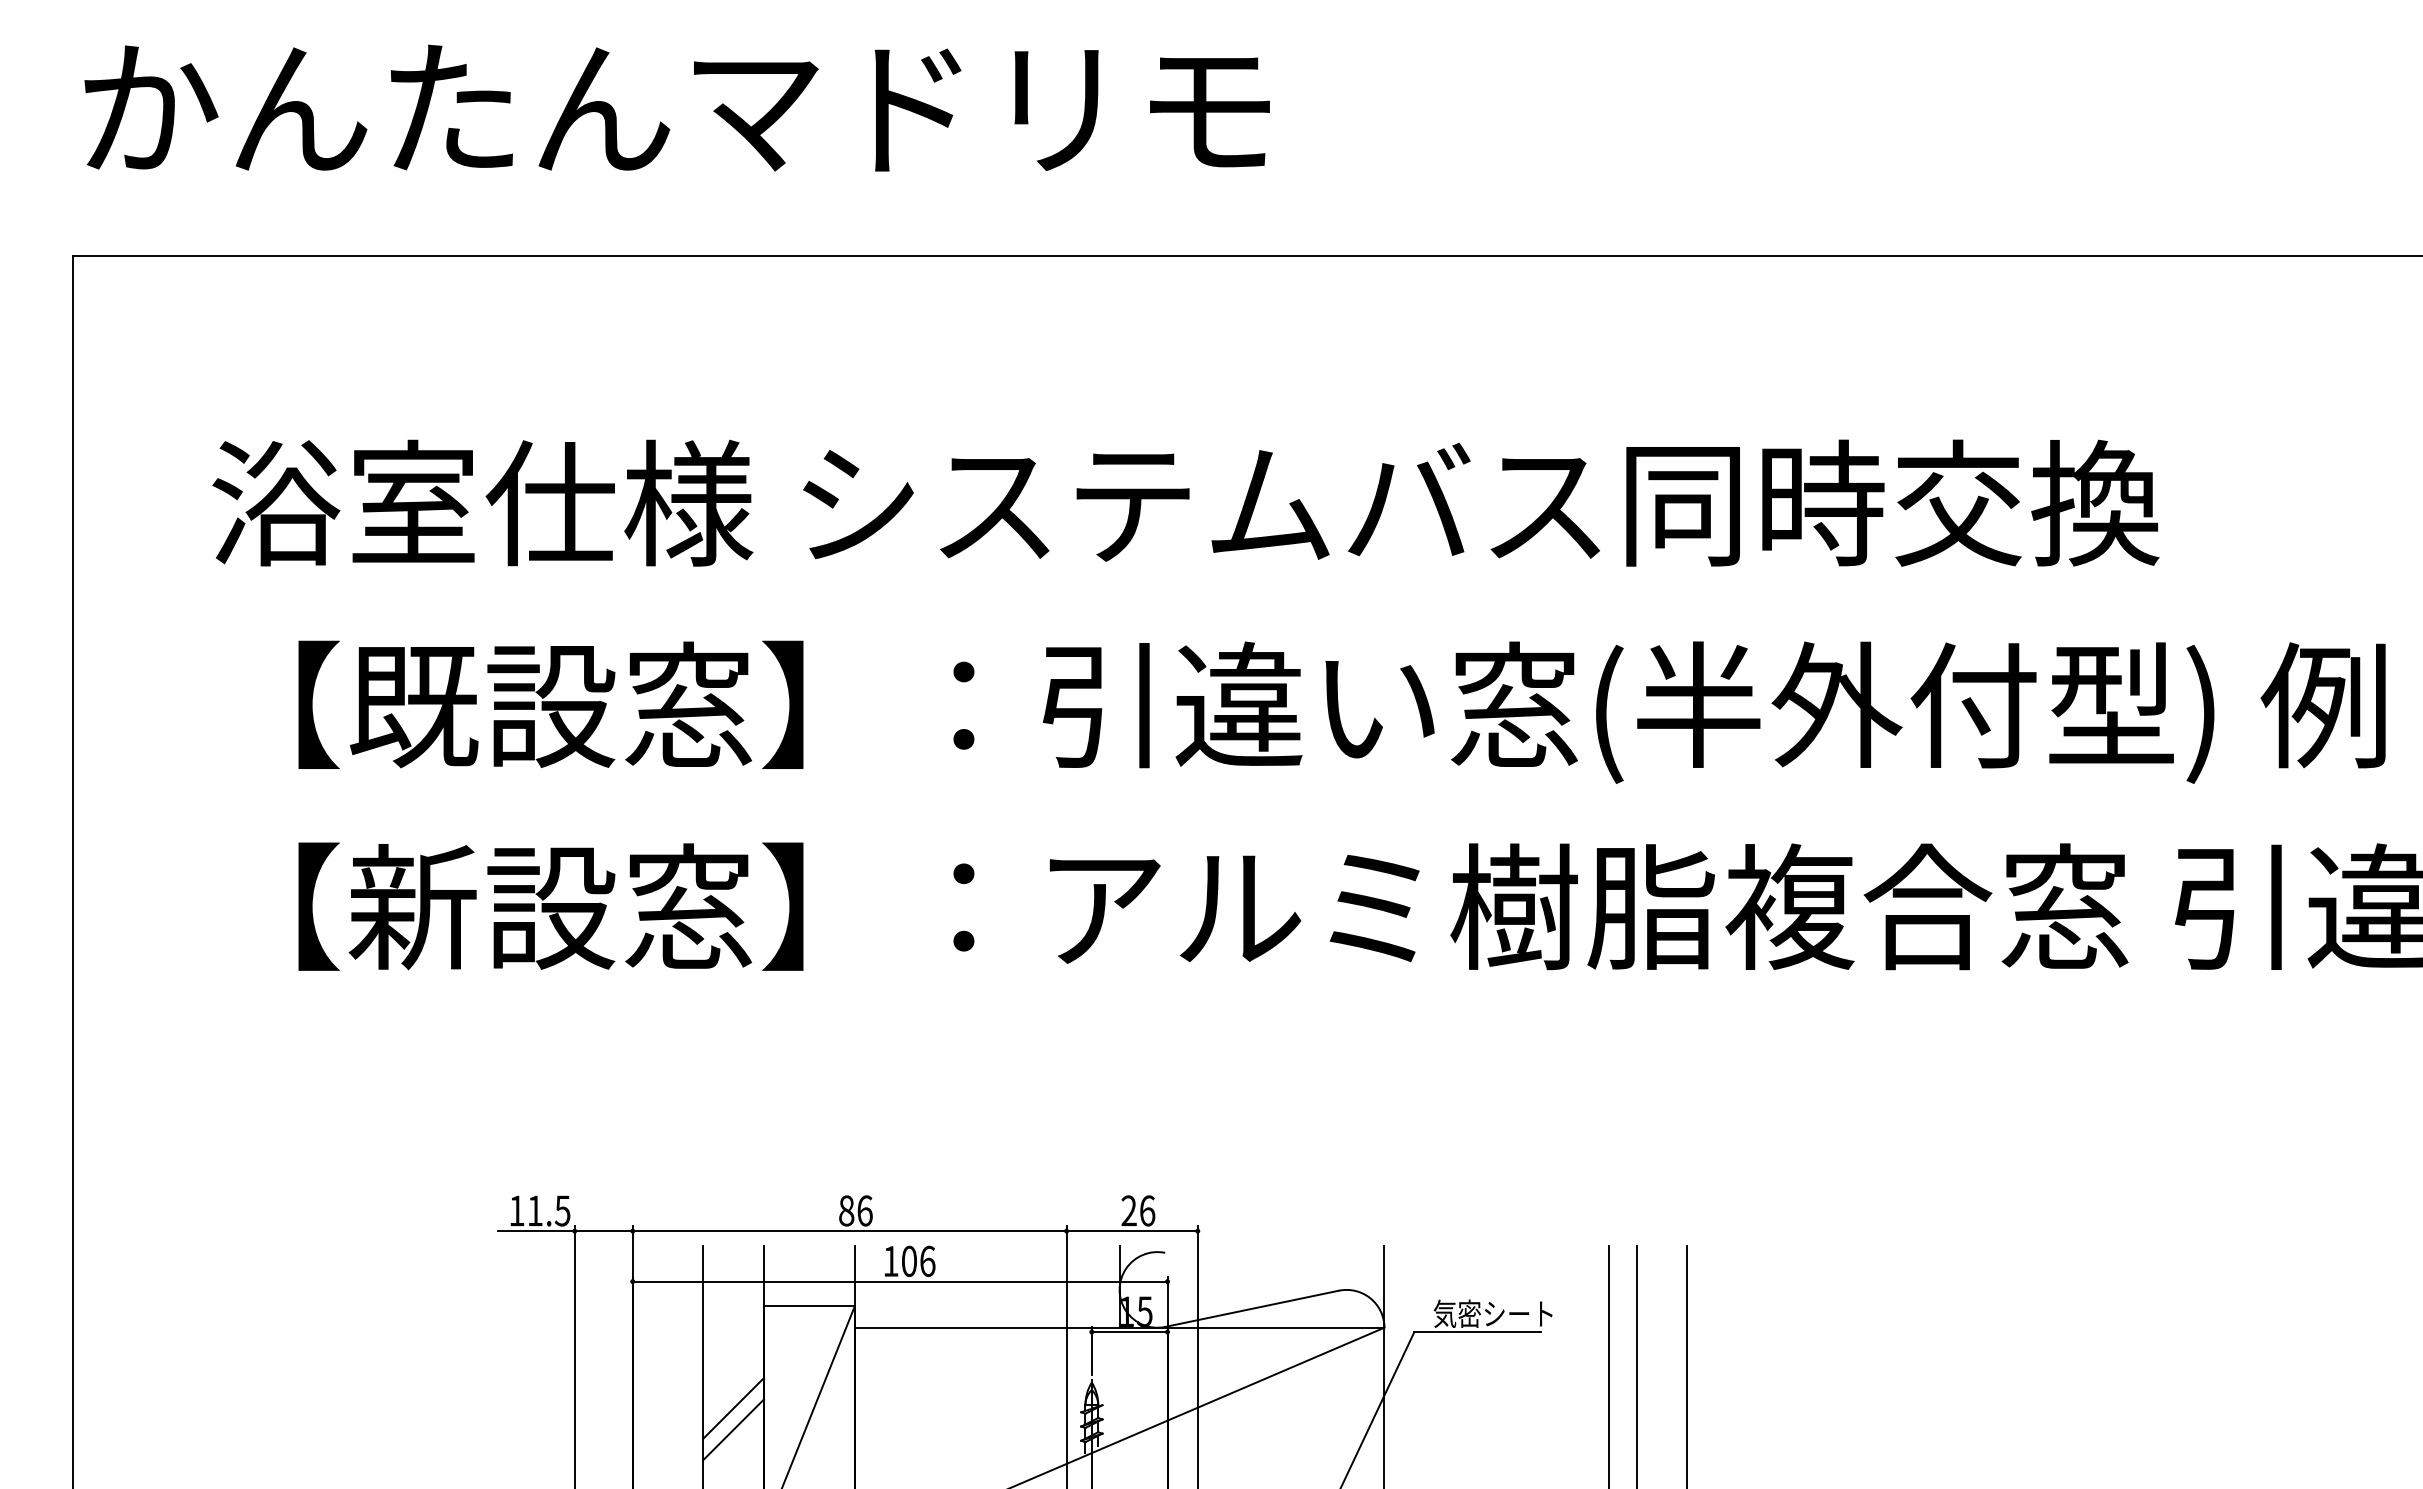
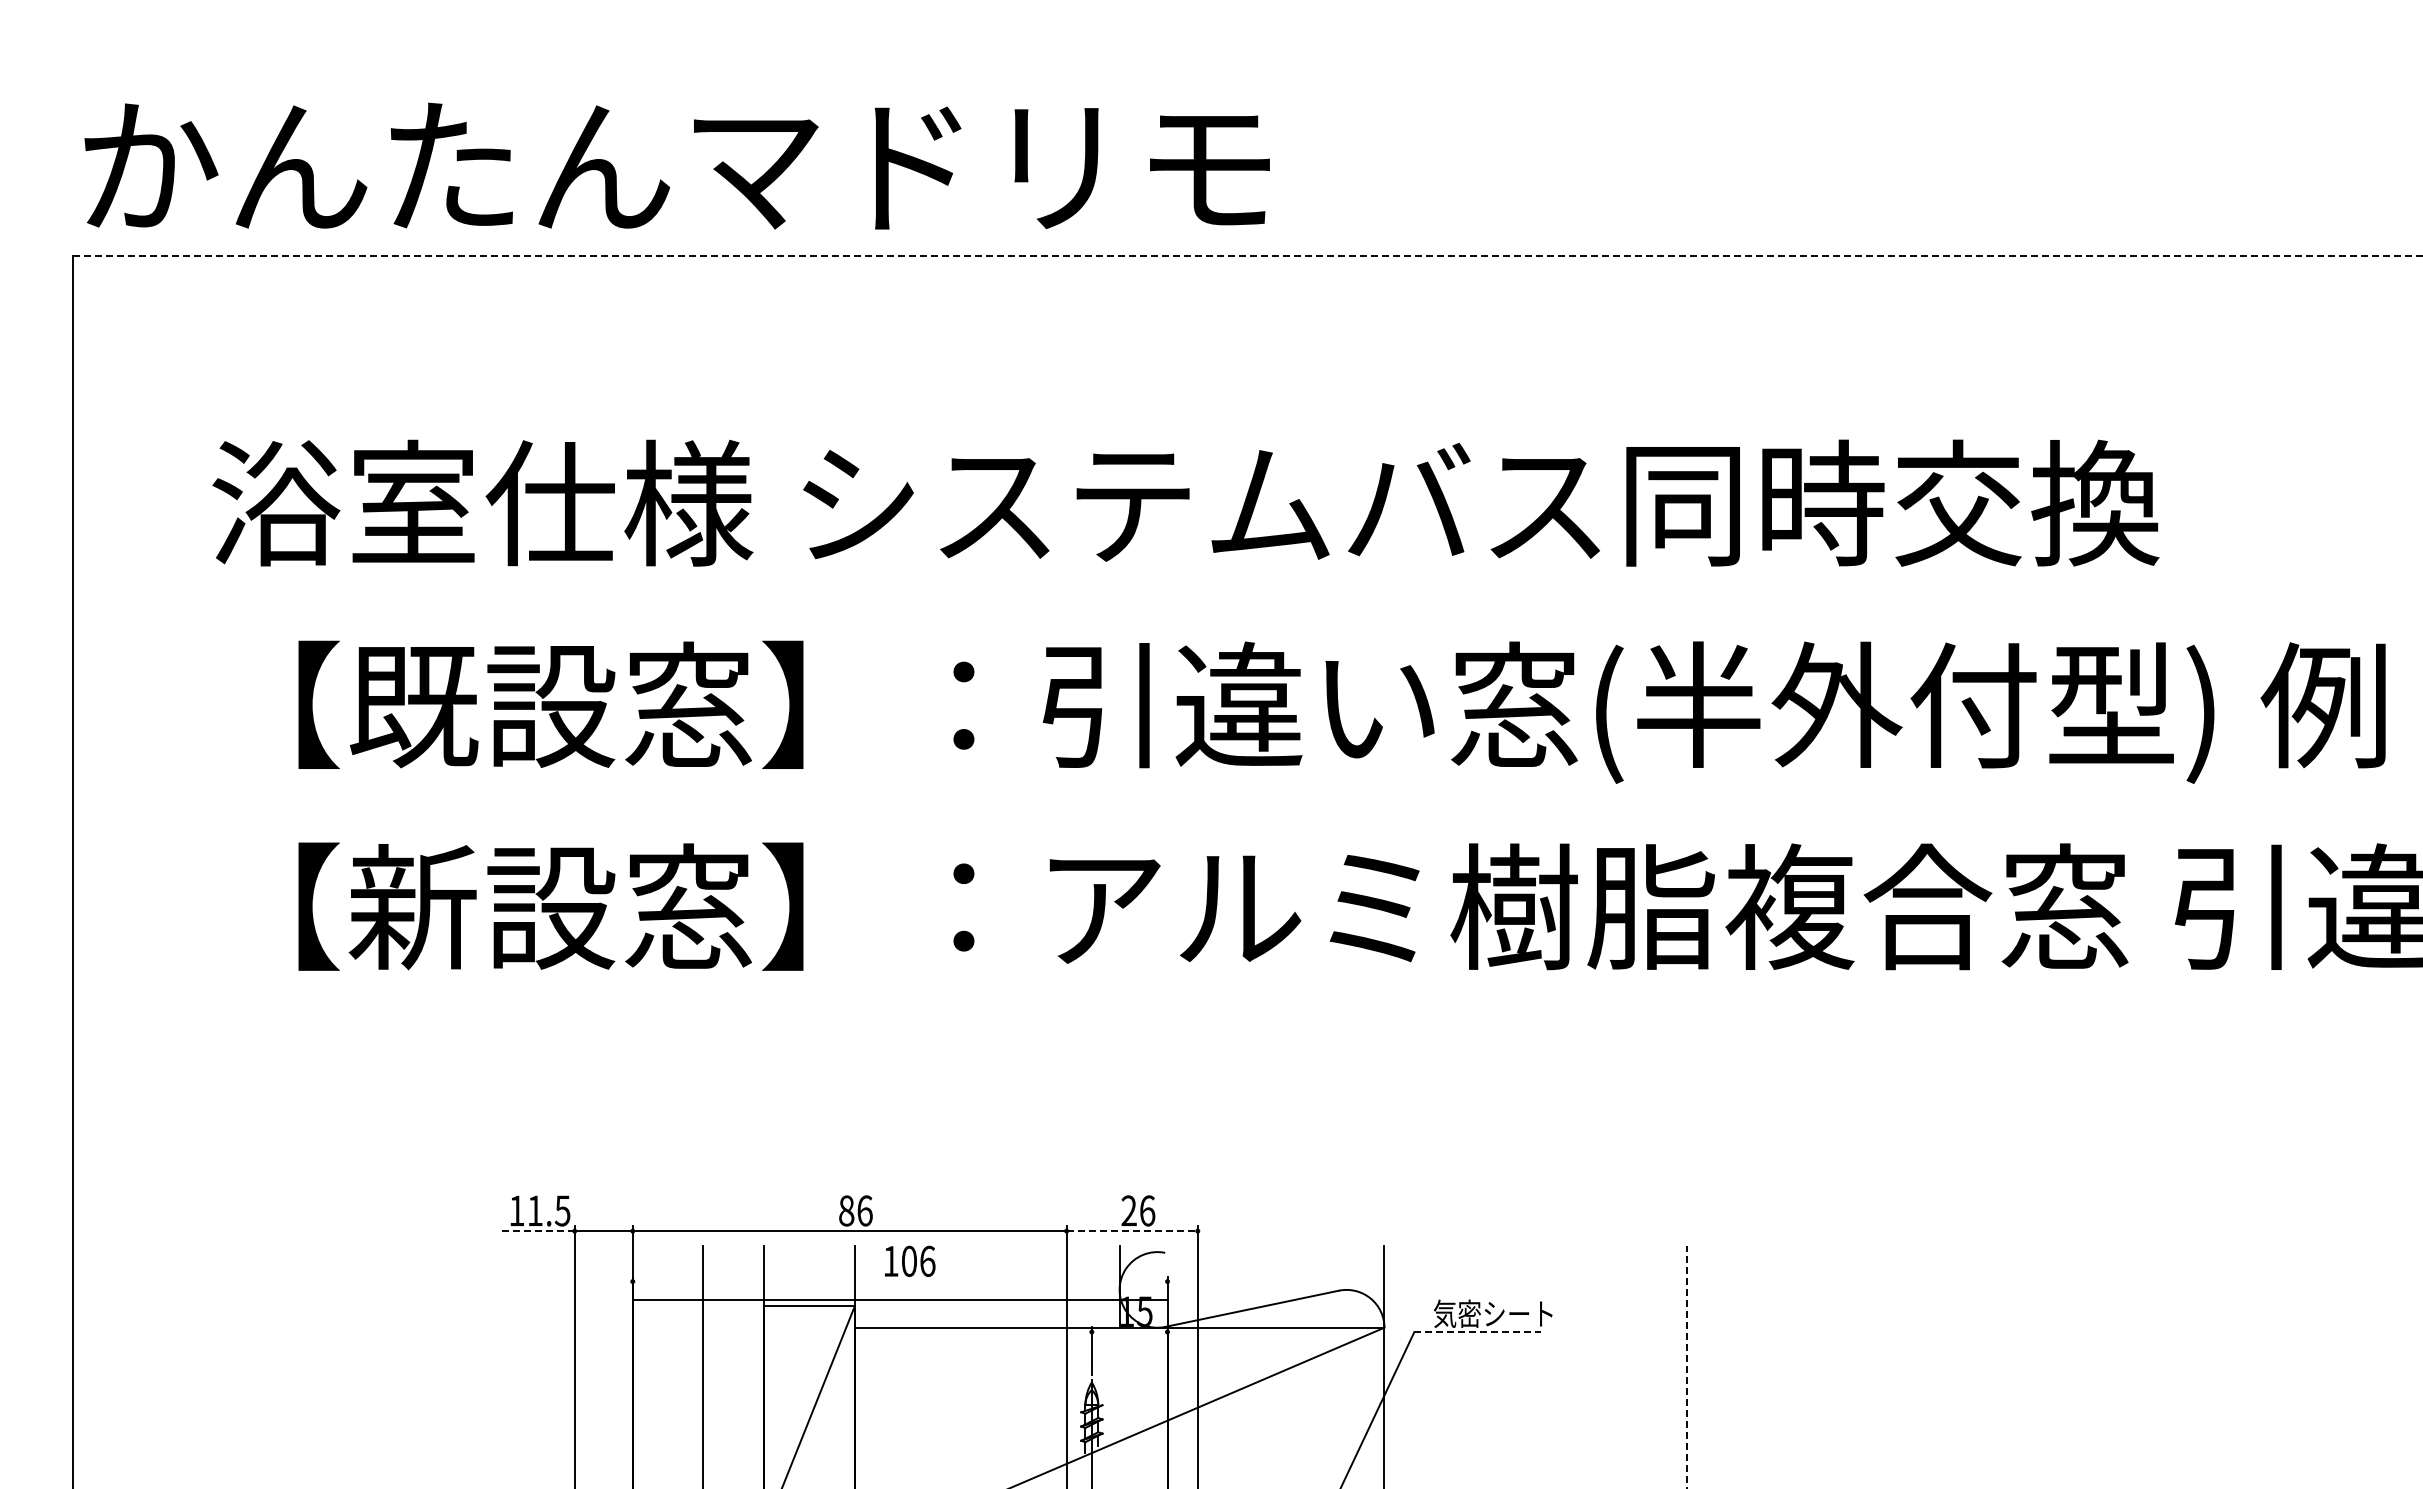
text at (676, 107) position: (676, 107) -> (676, 165)
line at (1247, 255): solid -> dashed
line at (535, 1231): solid -> dashed
line at (1132, 1231): solid -> dashed
line at (899, 1281) position: (899, 1281) -> (899, 1299)
line at (1129, 1332): present -> none
line at (1477, 1332): solid -> dashed
line at (1608, 1365): present -> none
line at (1636, 1365): present -> none
line at (1687, 1366): solid -> dashed
line at (733, 1408): present -> none
line at (733, 1429): present -> none
